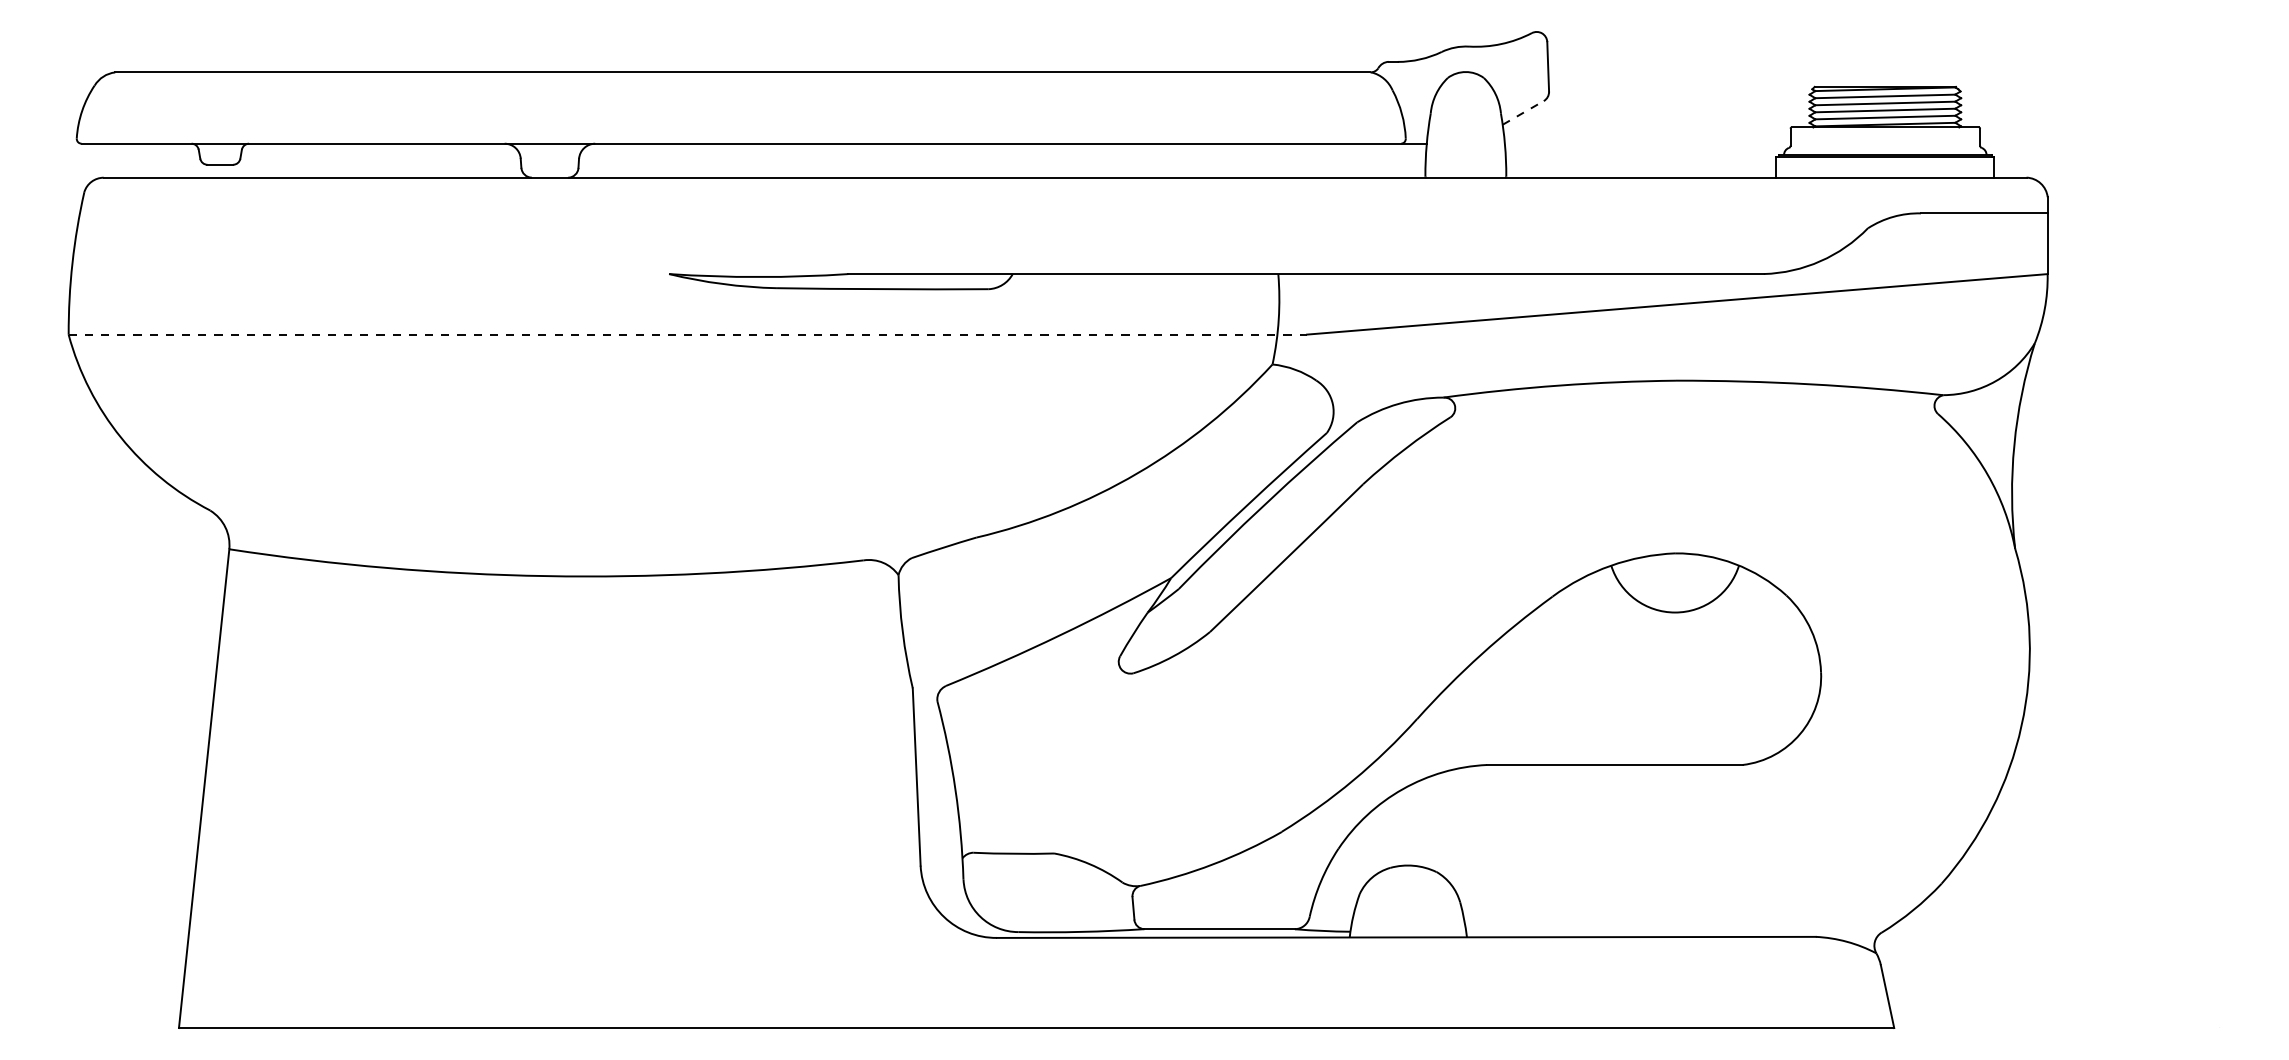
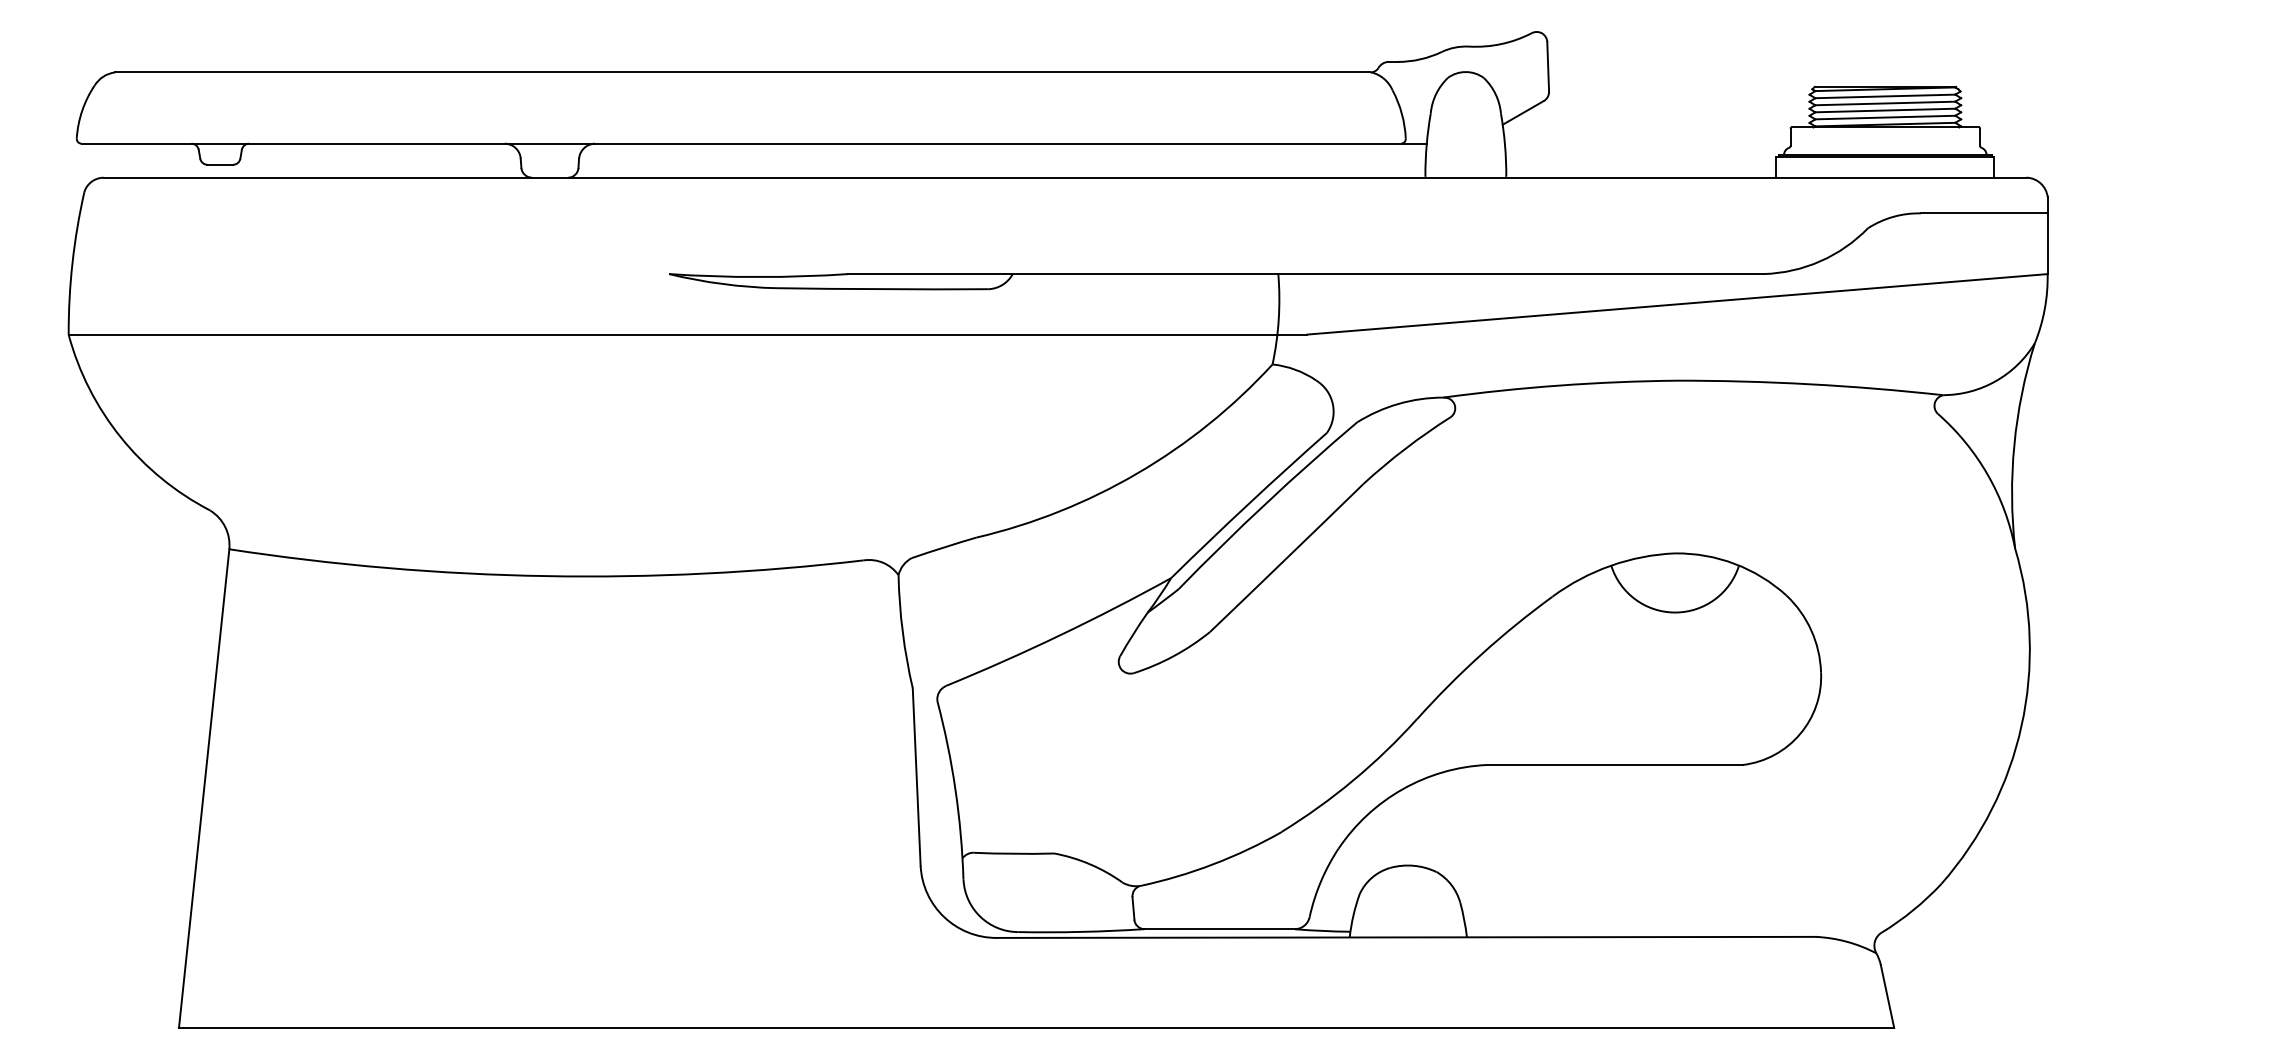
line at (1523, 112): dashed -> solid
line at (688, 334): dashed -> solid
